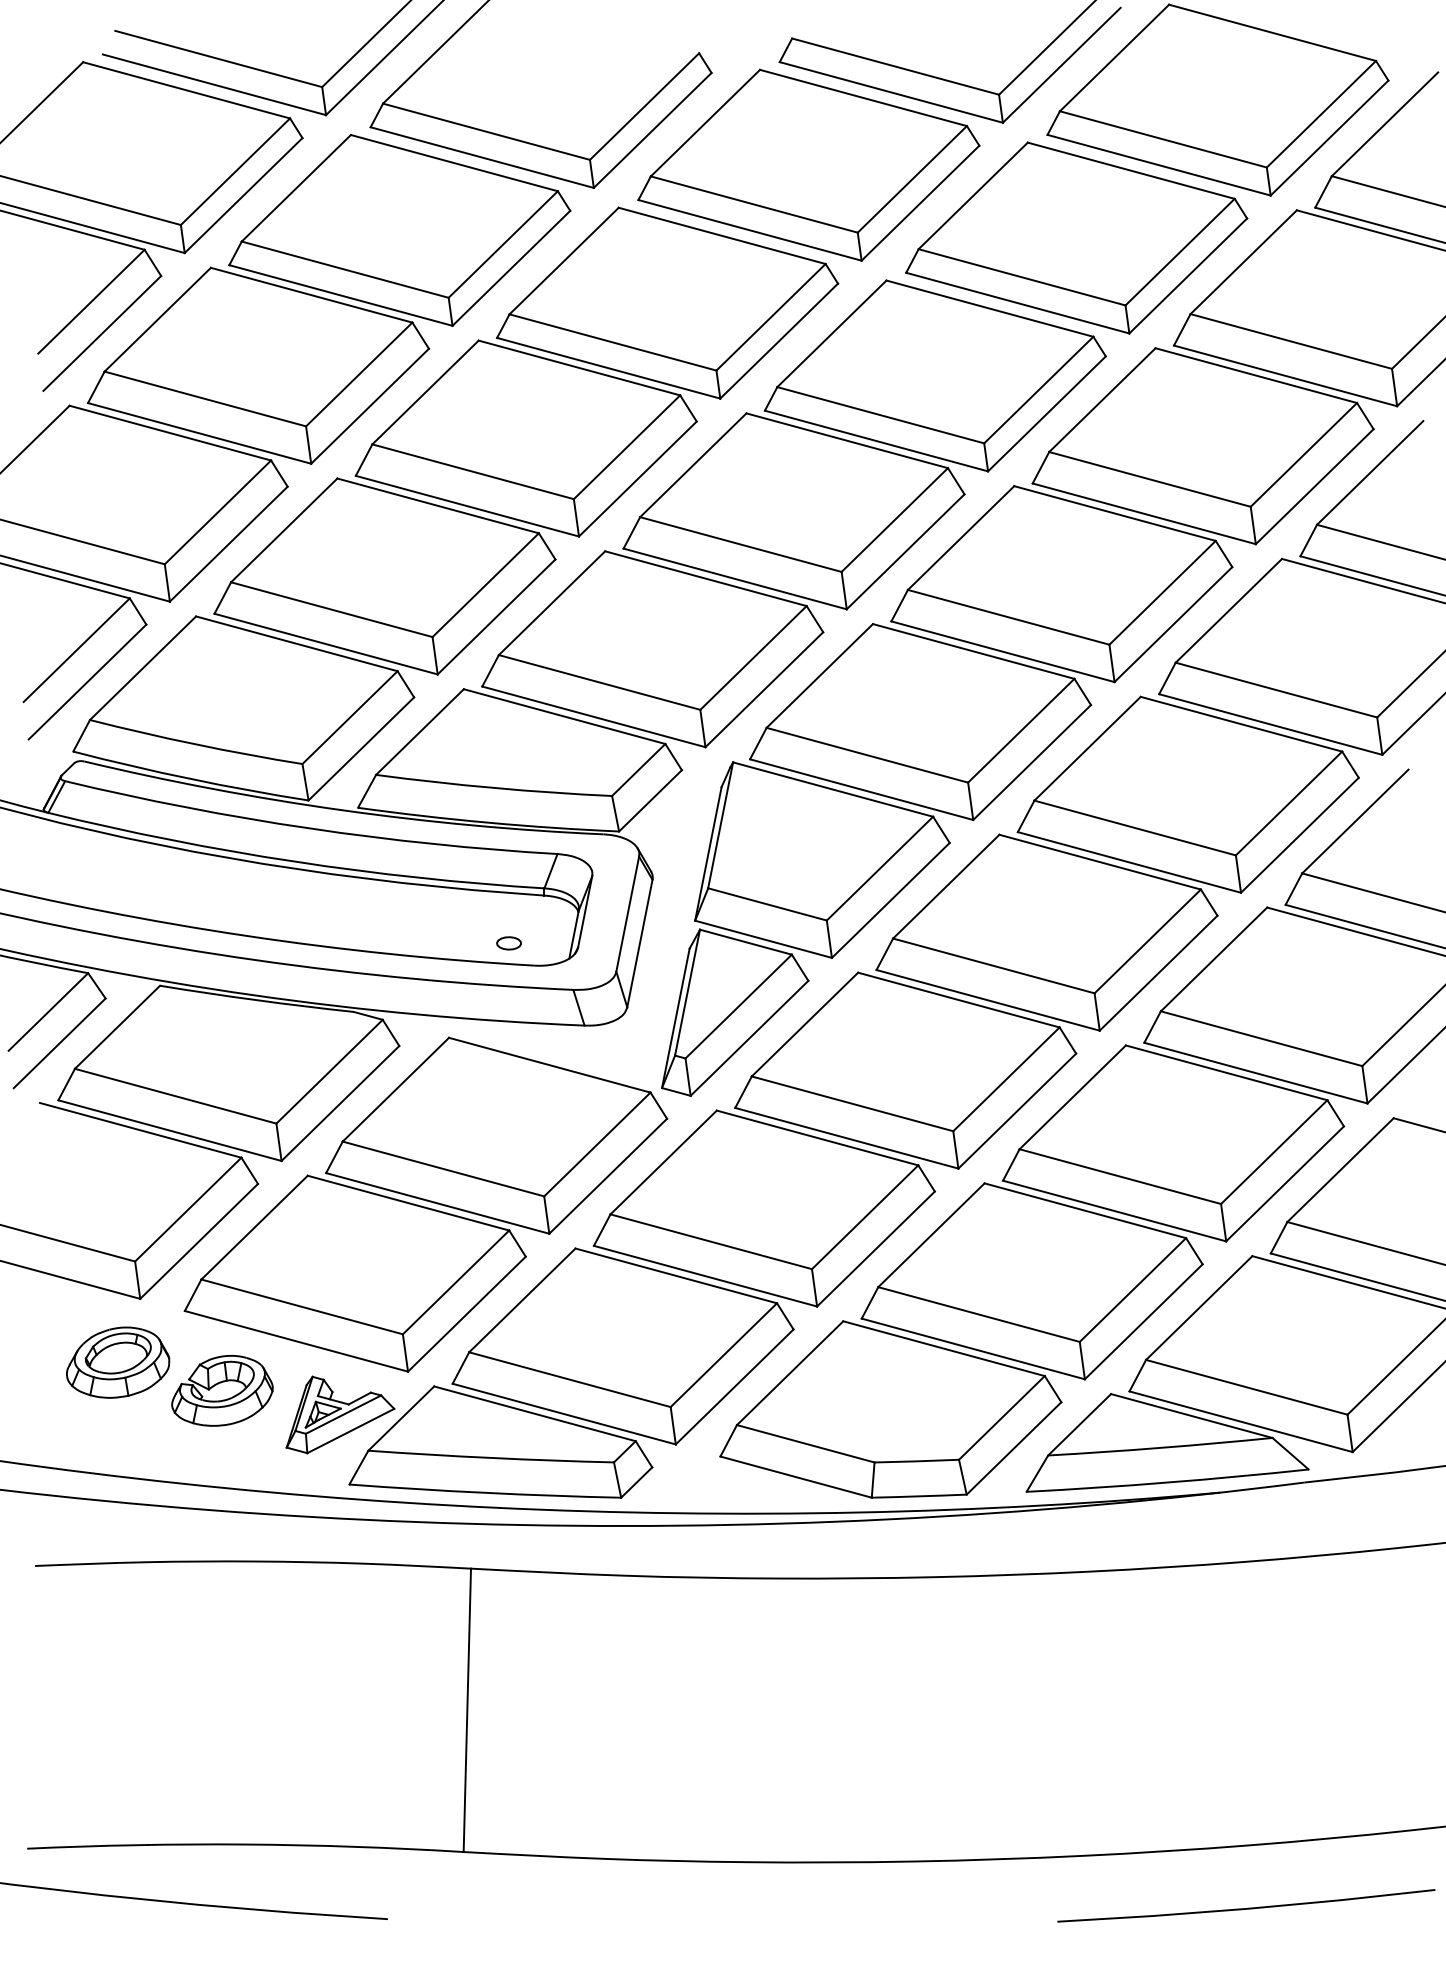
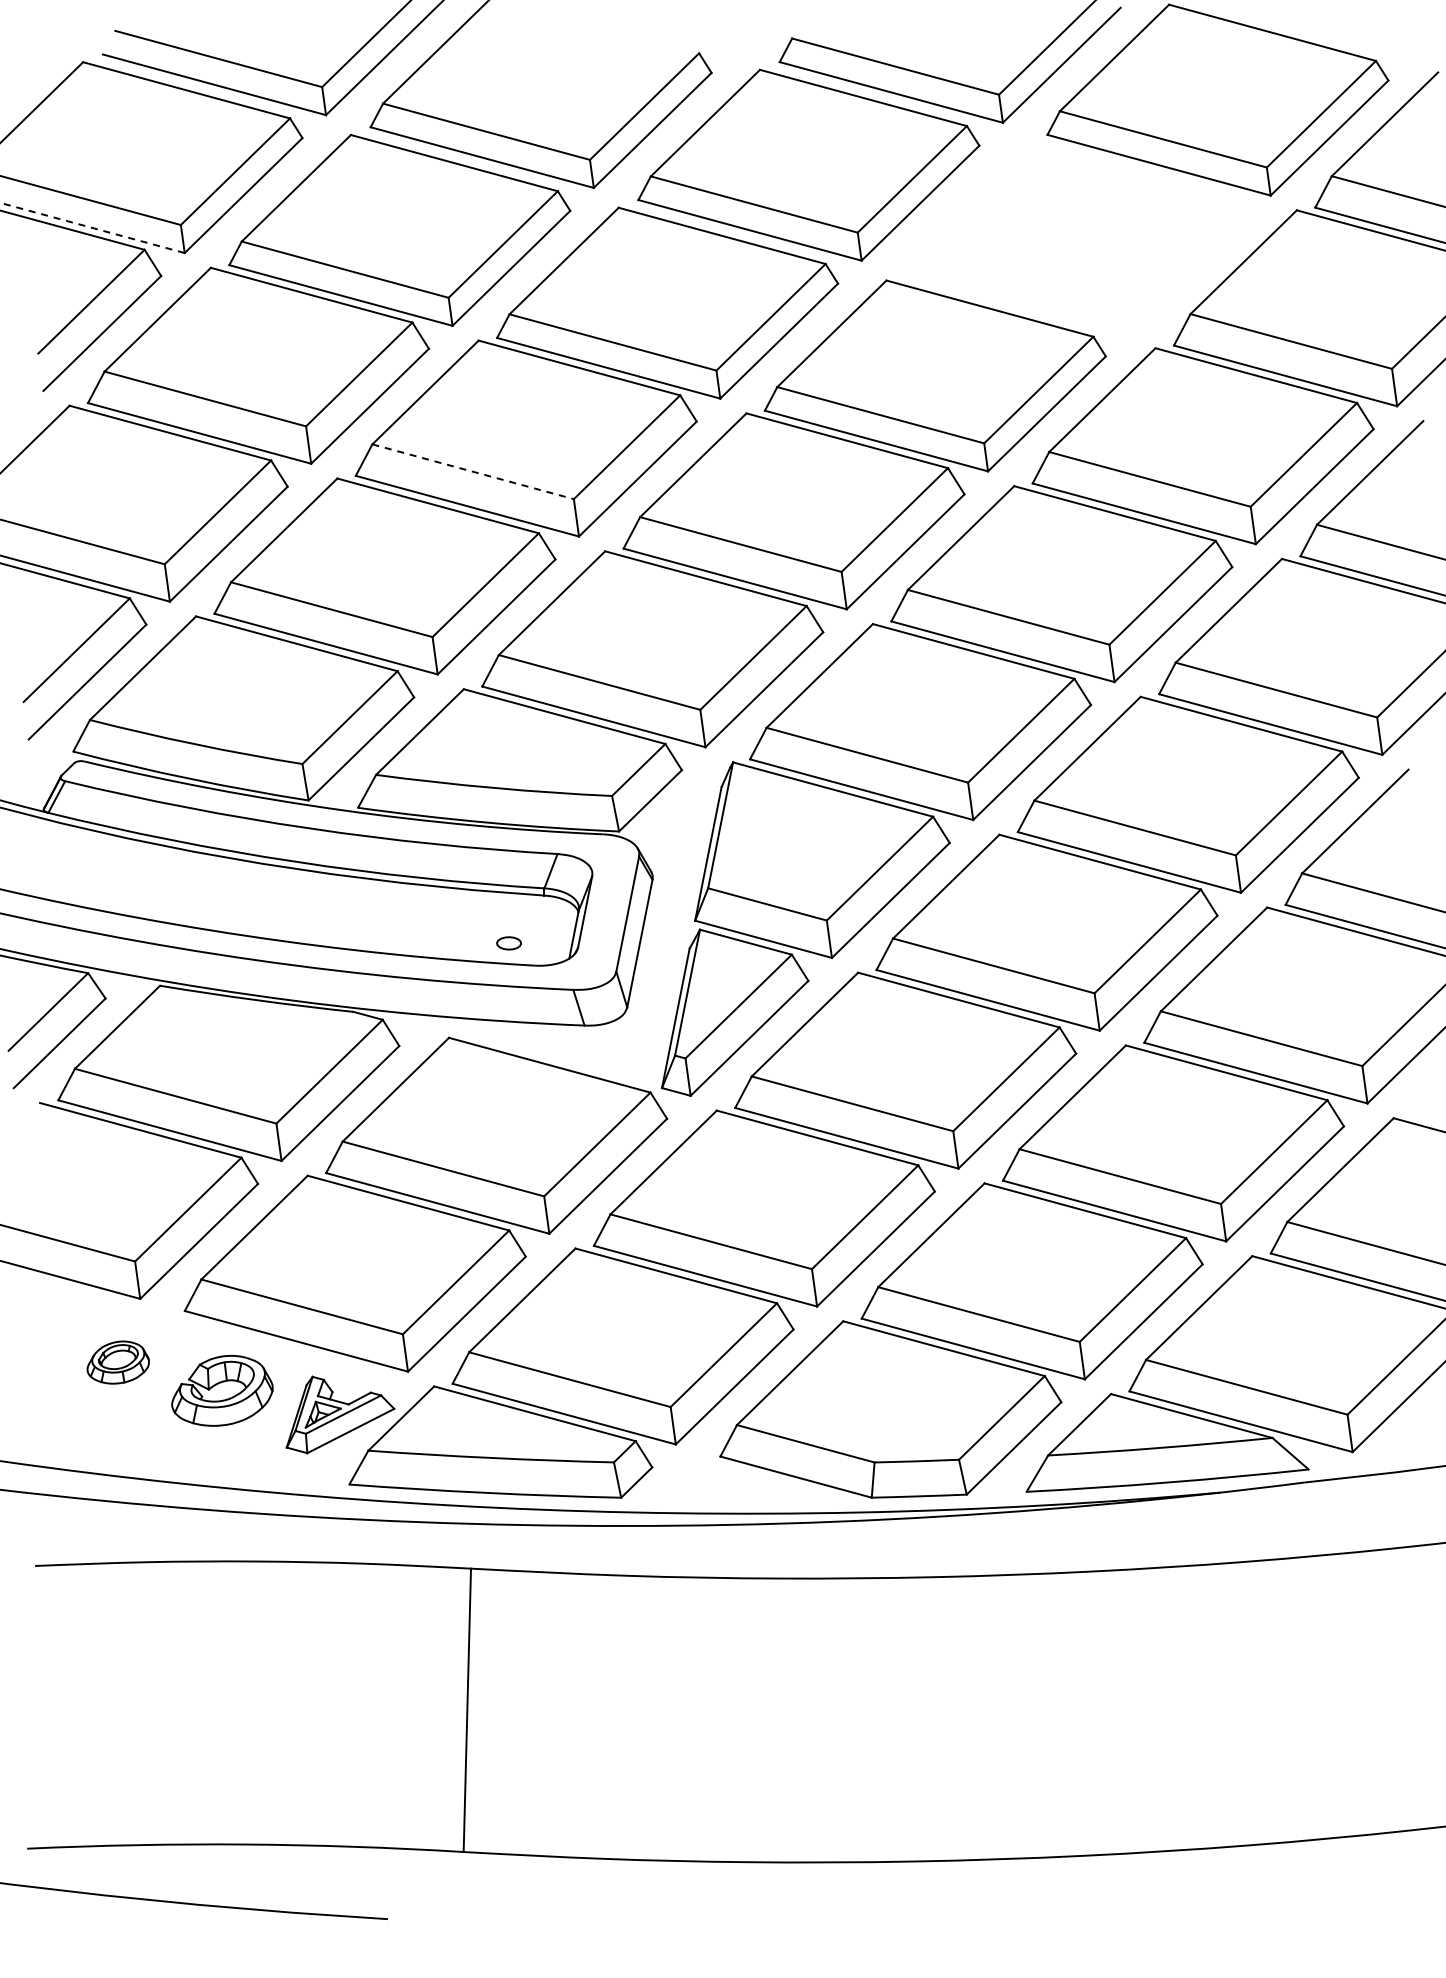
line at (92, 227): solid -> dashed
part at (1076, 237): present -> none
line at (473, 471): solid -> dashed
part at (118, 1362) size: 105x73 px -> 64x45 px
line at (1247, 1907): present -> none
